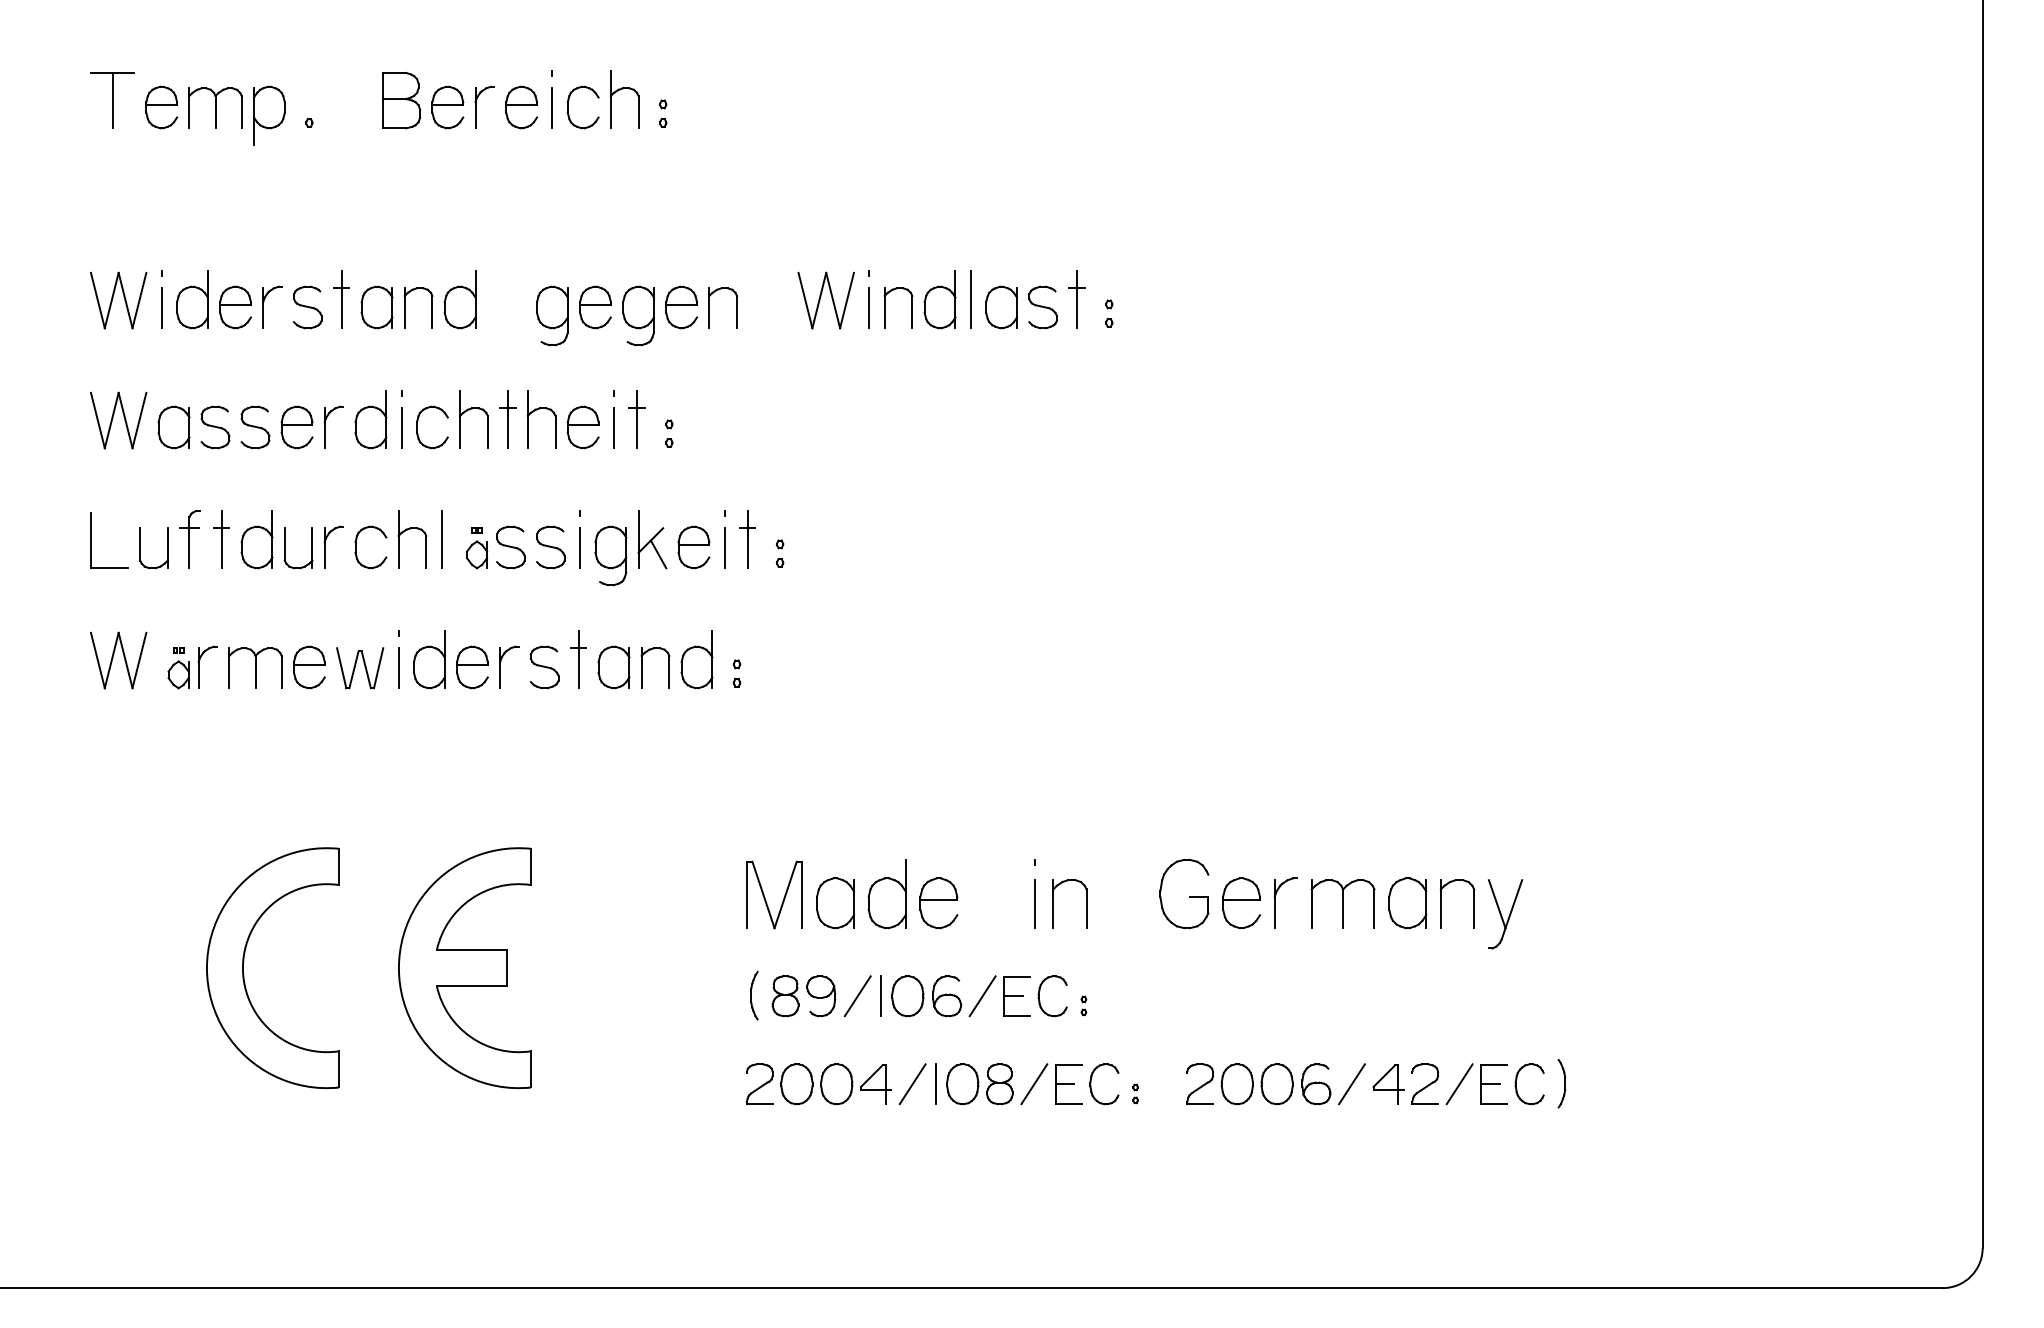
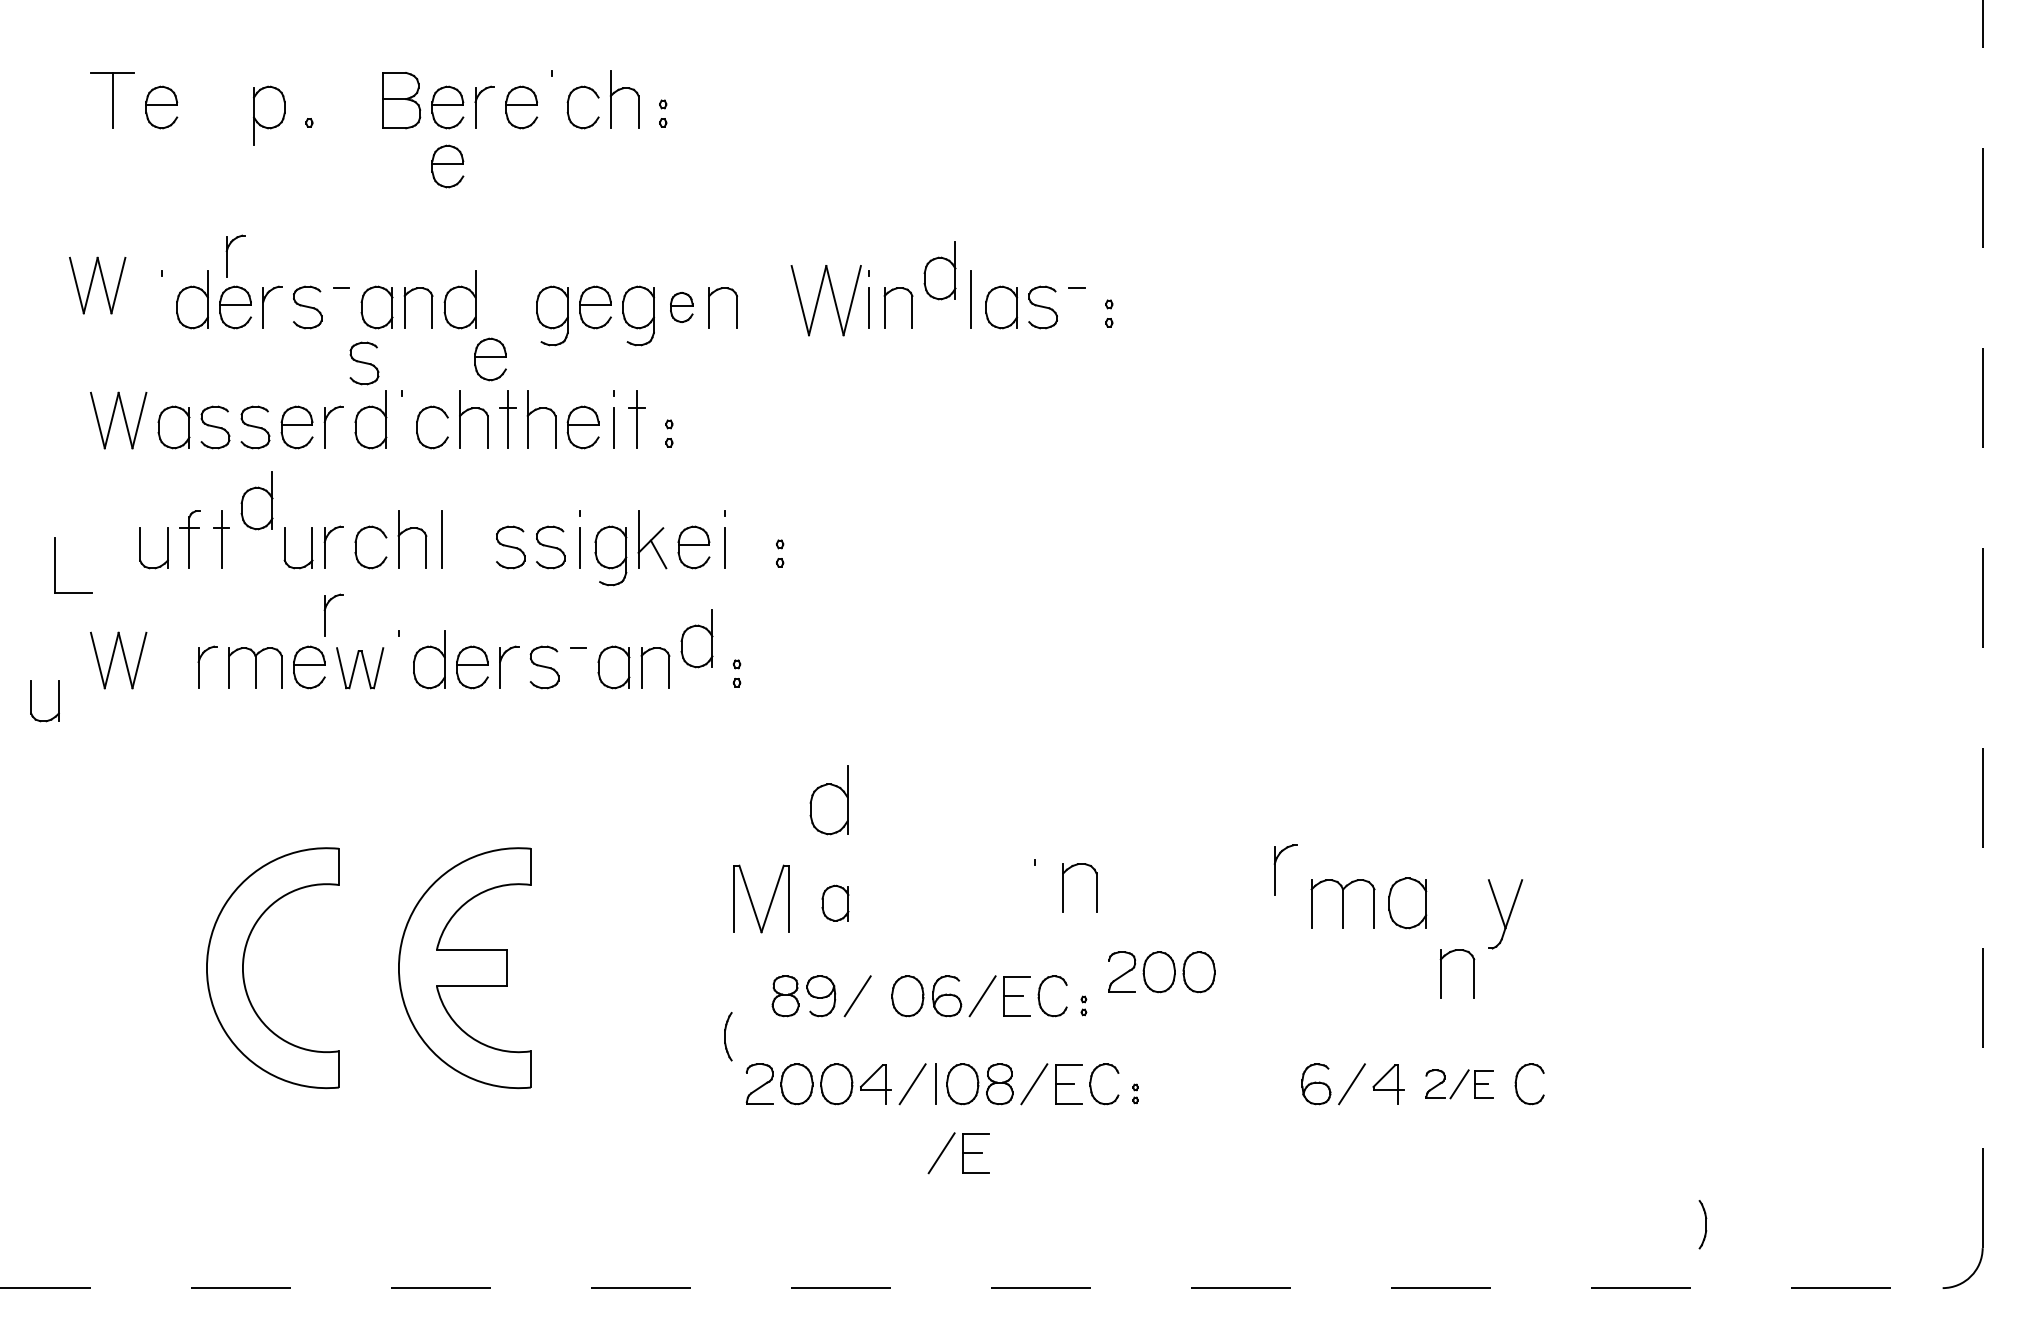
part at (215, 107): present -> none
line at (552, 108): present -> none
part at (447, 166): none -> present
part at (227, 255): none -> present
line at (341, 299): present -> none
part at (939, 299) position: (939, 299) -> (939, 270)
line at (1076, 299): present -> none
part at (118, 300) position: (118, 300) -> (97, 285)
part at (825, 300) size: 58x59 px -> 72x72 px
part at (681, 307) size: 34x45 px -> 24x31 px
line at (161, 308): present -> none
part at (490, 359): none -> present
part at (364, 363): none -> present
line at (401, 427): present -> none
part at (256, 539) position: (256, 539) -> (256, 500)
part at (747, 539): present -> none
part at (91, 540) position: (91, 540) -> (55, 565)
part at (477, 548): present -> none
part at (325, 614): none -> present
line at (1982, 624): solid -> dashed
line at (578, 659): present -> none
part at (696, 659) position: (696, 659) -> (696, 638)
part at (178, 668): present -> none
line at (398, 668): present -> none
part at (31, 701): none -> present
part at (1184, 893): present -> none
part at (886, 894) position: (886, 894) -> (828, 800)
part at (765, 897) position: (765, 897) -> (752, 901)
part at (1275, 902) position: (1275, 902) -> (1275, 869)
part at (835, 903) size: 39x53 px -> 29x38 px
part at (938, 903): present -> none
line at (1034, 903): present -> none
part at (1053, 903) position: (1053, 903) -> (1063, 887)
part at (1241, 903): present -> none
part at (1441, 903) position: (1441, 903) -> (1441, 973)
part at (754, 995) position: (754, 995) -> (728, 1036)
line at (881, 996): present -> none
part at (1561, 1083) position: (1561, 1083) -> (1702, 1224)
part at (1239, 1084) position: (1239, 1084) -> (1161, 972)
part at (1459, 1084) size: 97x43 px -> 69x31 px
part at (958, 1153): none -> present
line at (971, 1288): solid -> dashed
